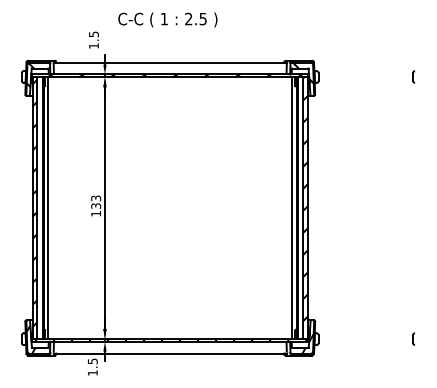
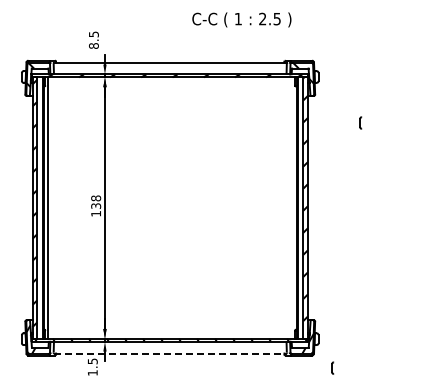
text at (167, 19) position: (167, 19) -> (241, 19)
text at (93, 45): 1.5 -> 8.5
part at (413, 76) position: (413, 76) -> (360, 122)
text at (96, 198): 133 -> 138
line at (292, 207): present -> none
part at (413, 338) position: (413, 338) -> (332, 367)
line at (170, 353): solid -> dashed
